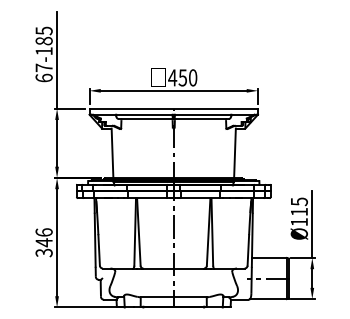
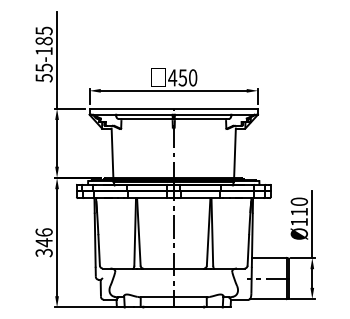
text at (43, 72): 67-185 -> 55-185
text at (298, 201): Ø115 -> Ø110
